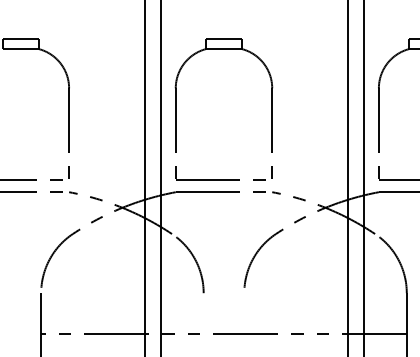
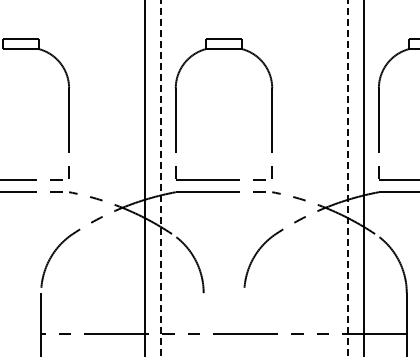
line at (160, 178): solid -> dashed
line at (348, 179): solid -> dashed
